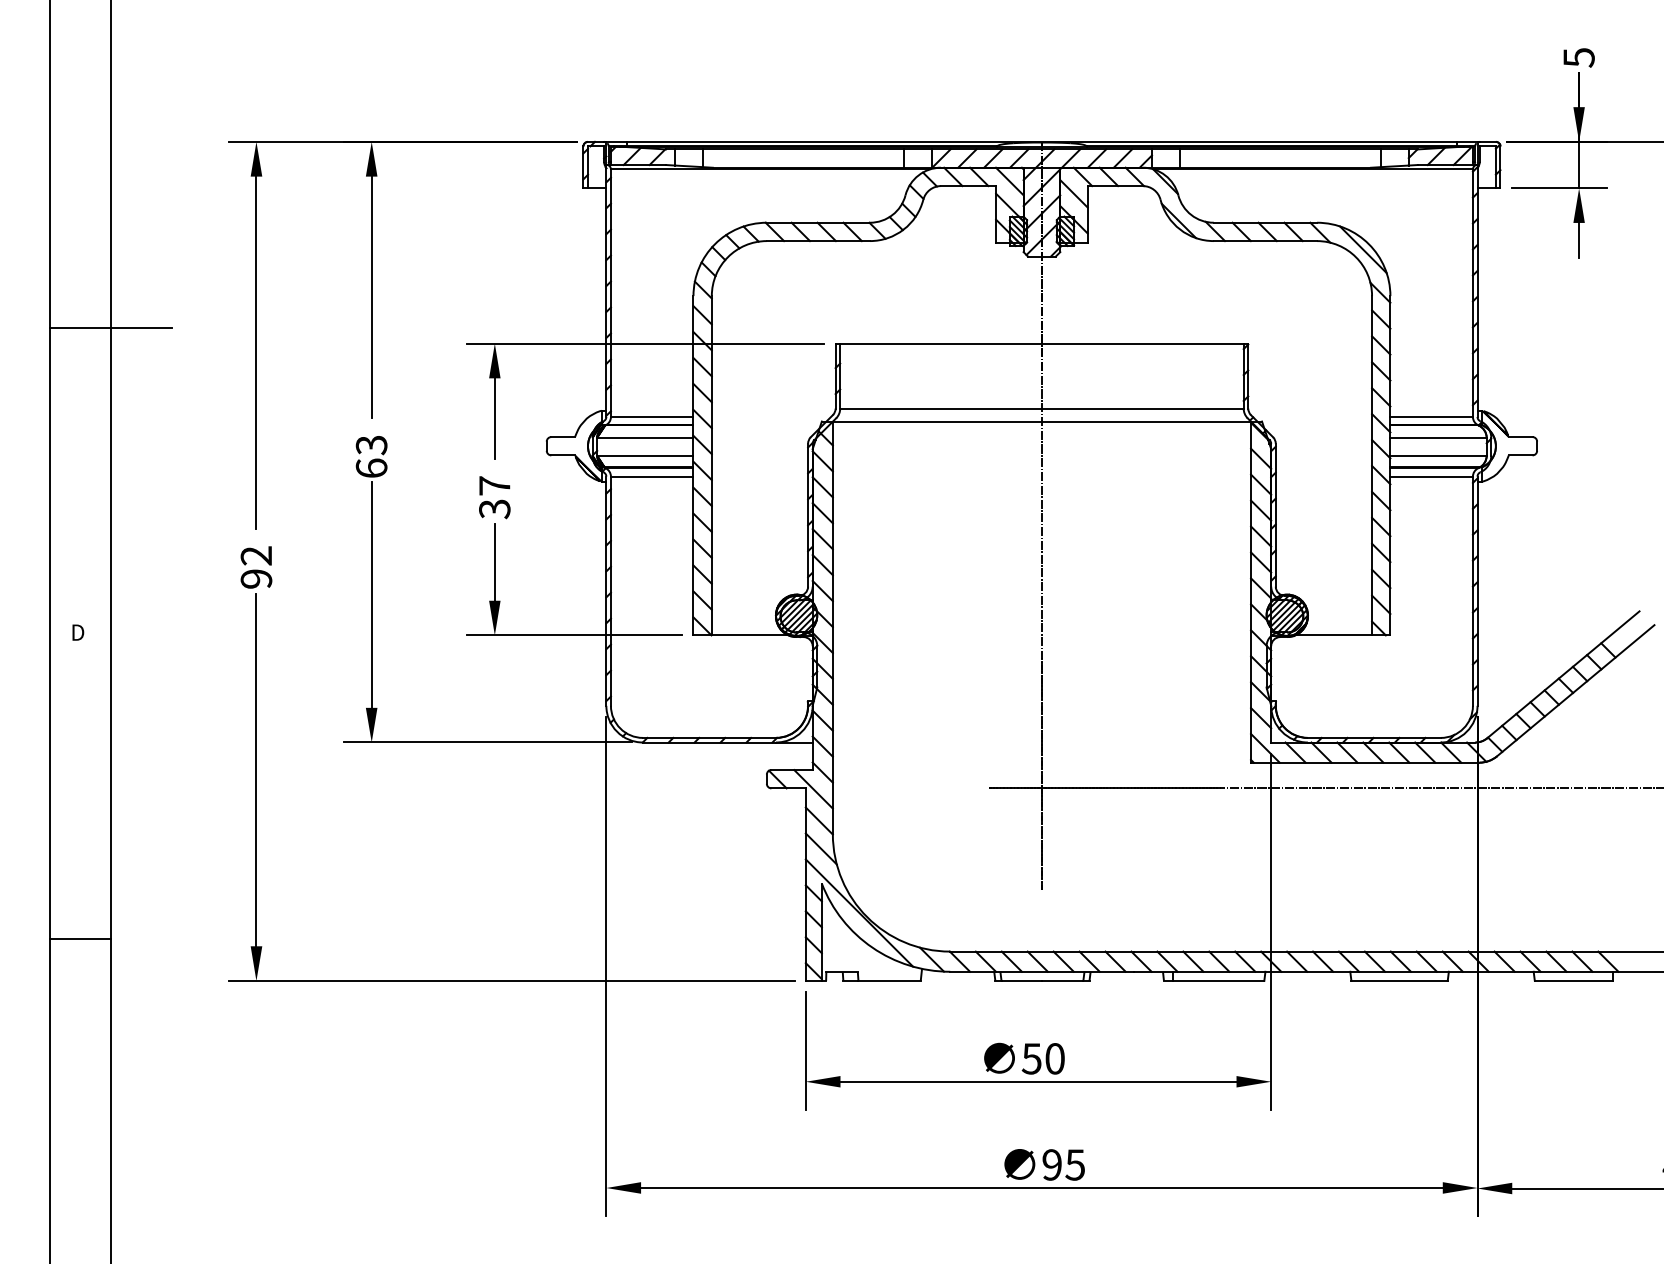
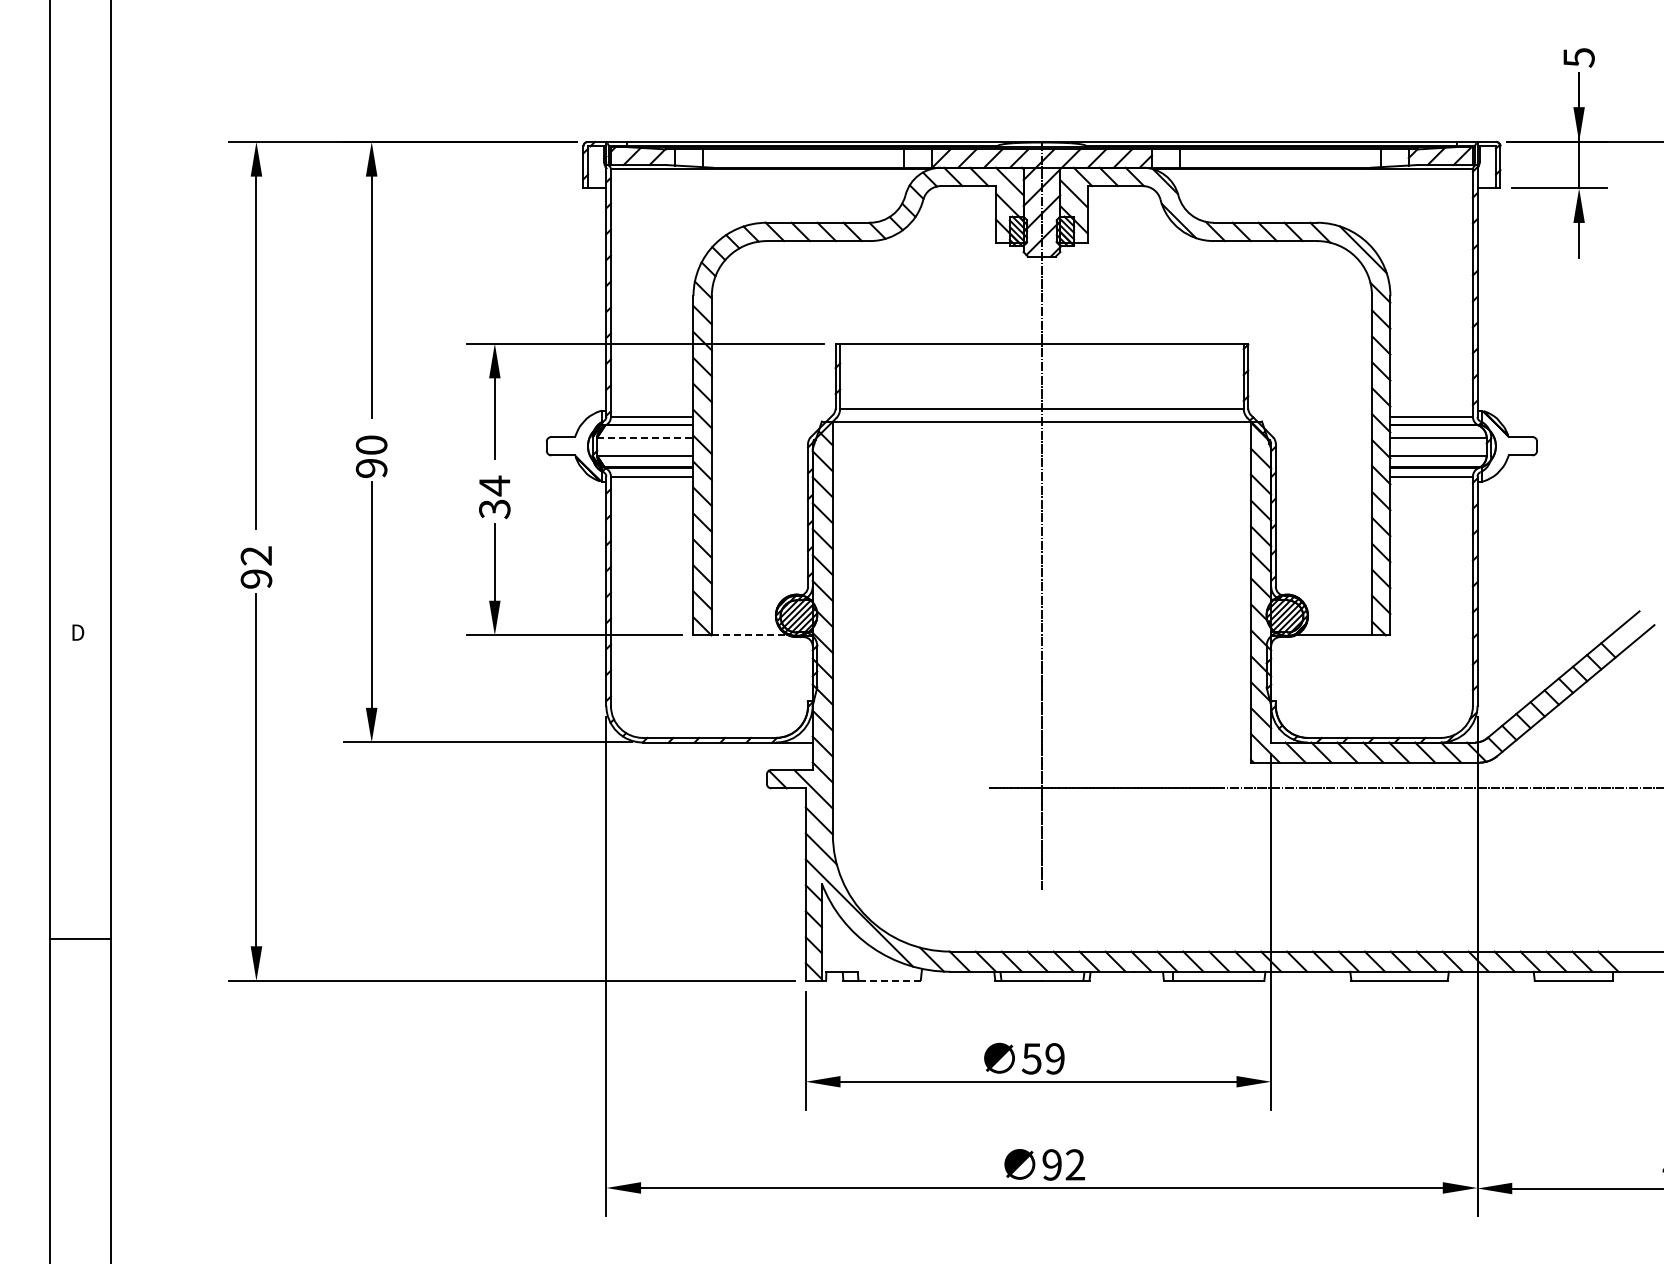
line at (110, 327): present -> none
line at (645, 438): solid -> dashed
text at (371, 456): 63 -> 90
text at (494, 485): 37 -> 34
line at (750, 635): solid -> dashed
line at (889, 980): solid -> dashed
text at (1054, 1058): 50 -> 59
text at (1074, 1164): 95 -> 92
